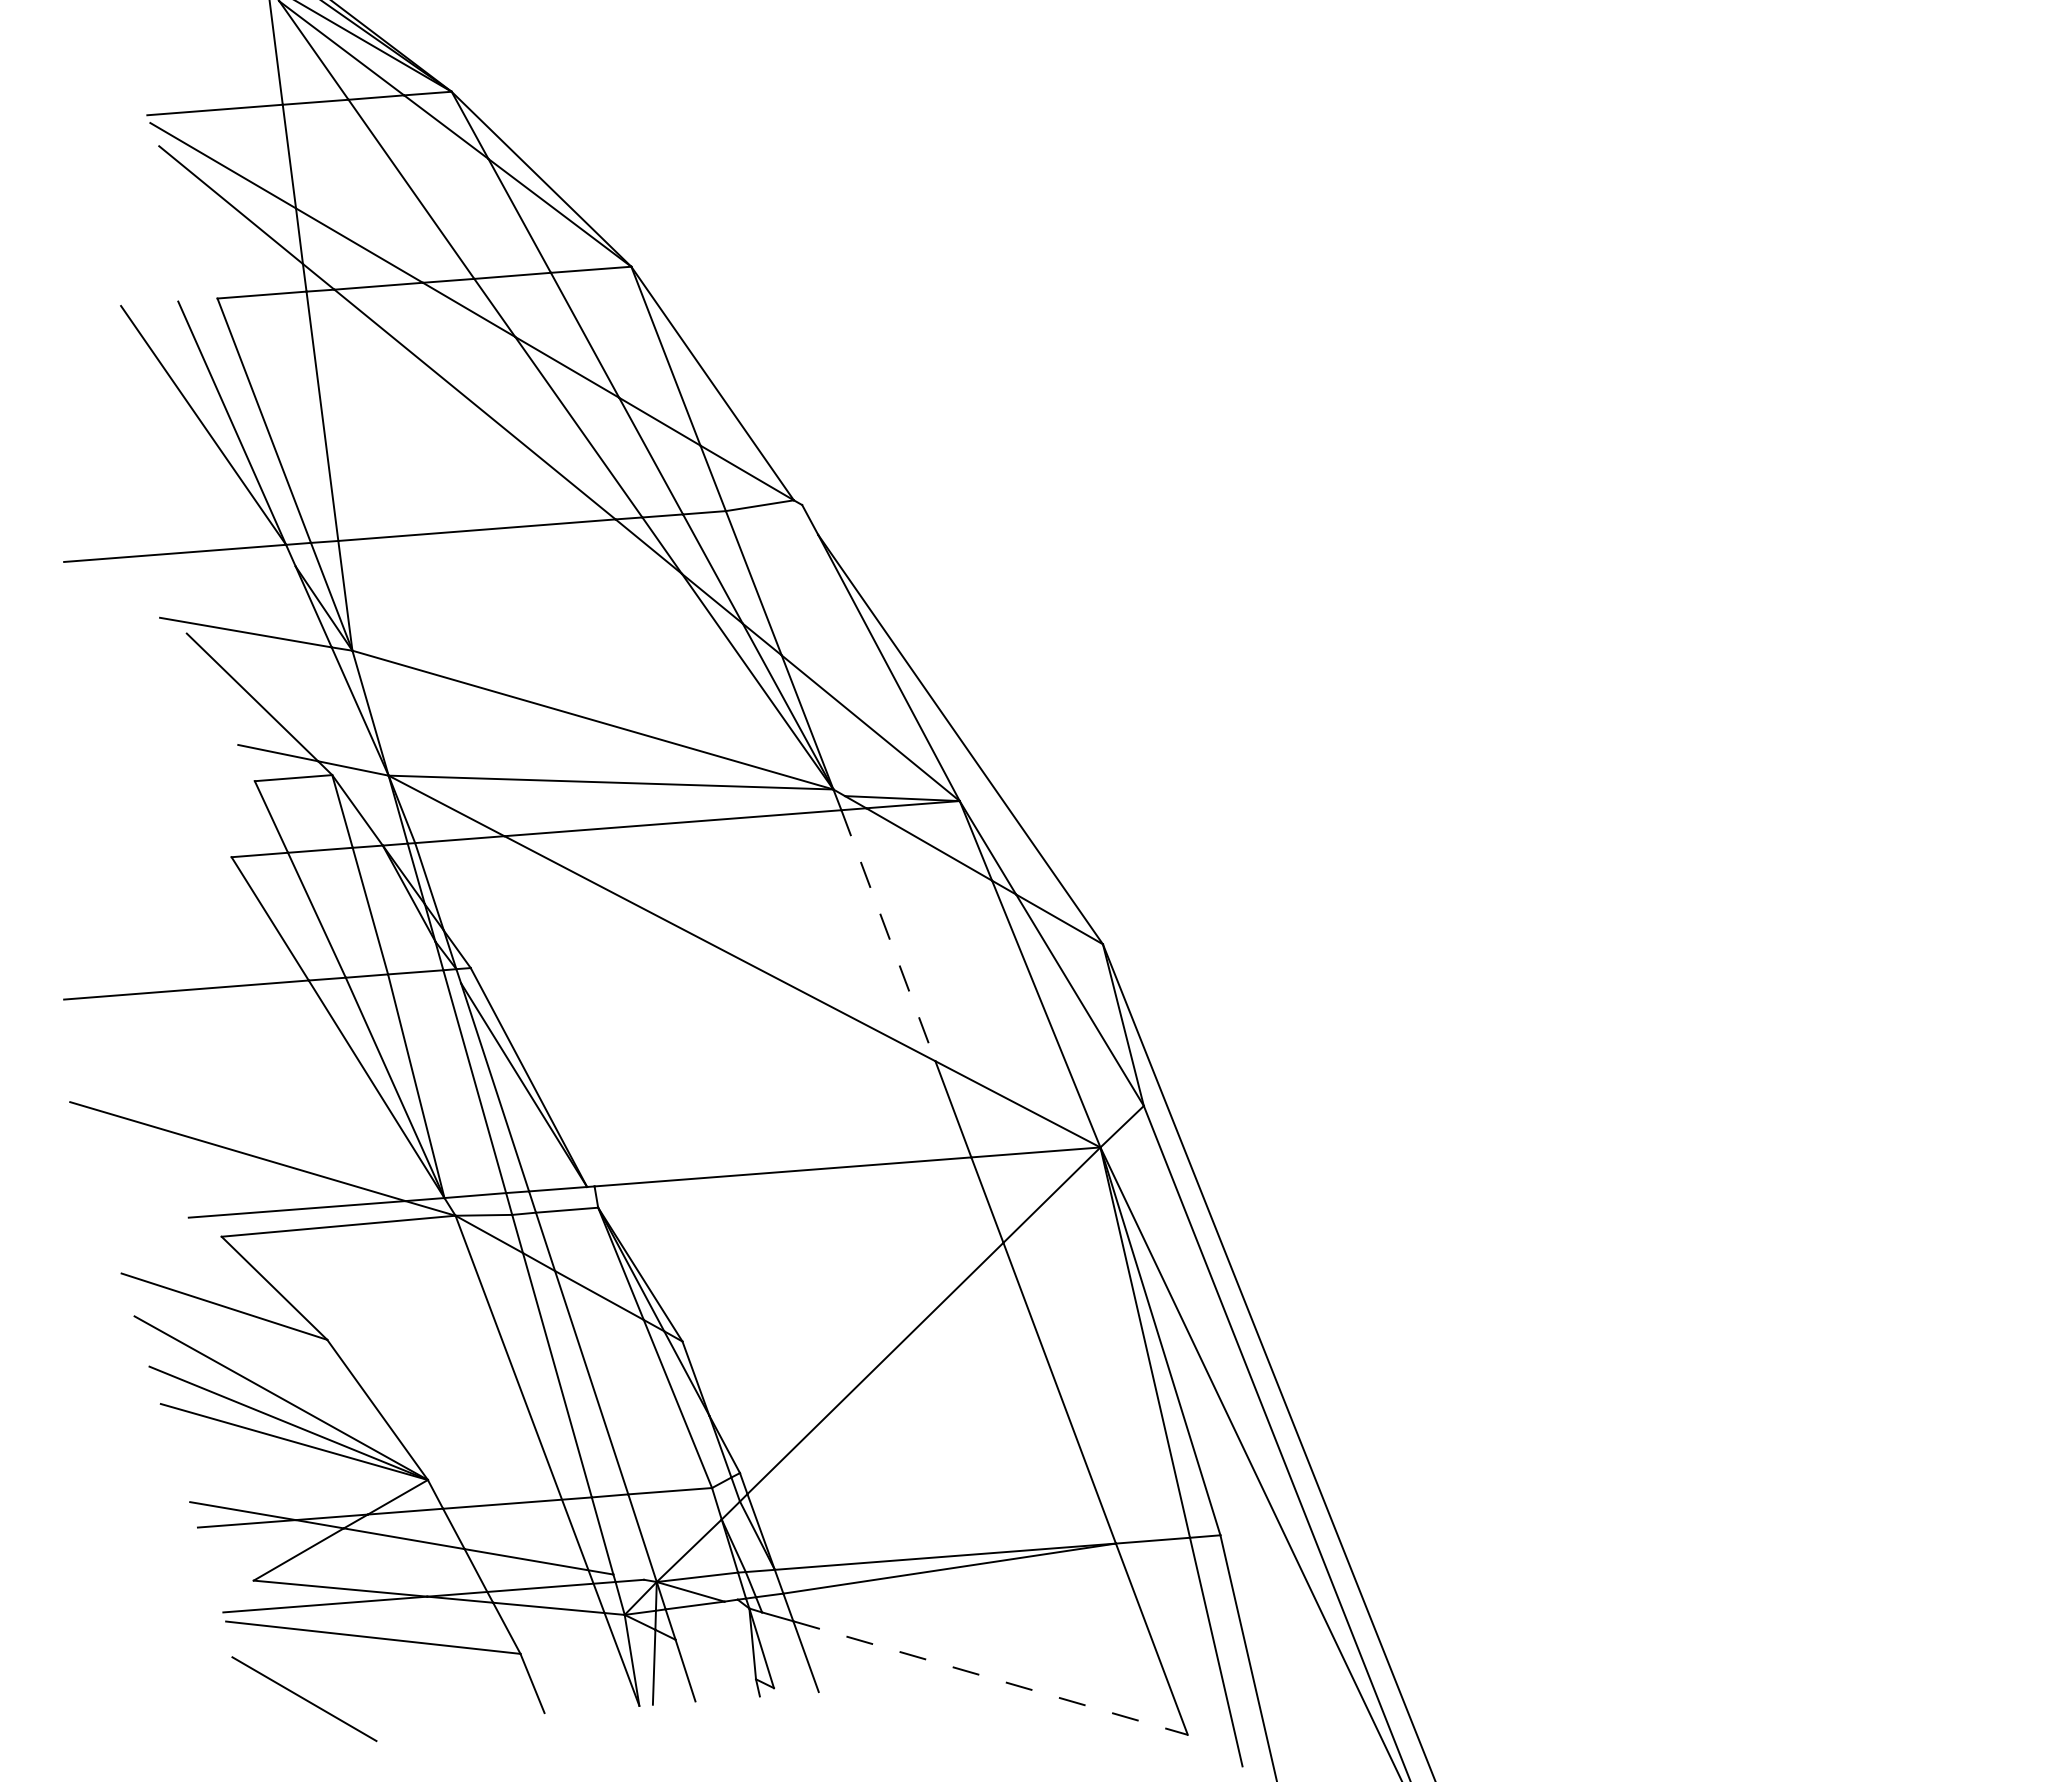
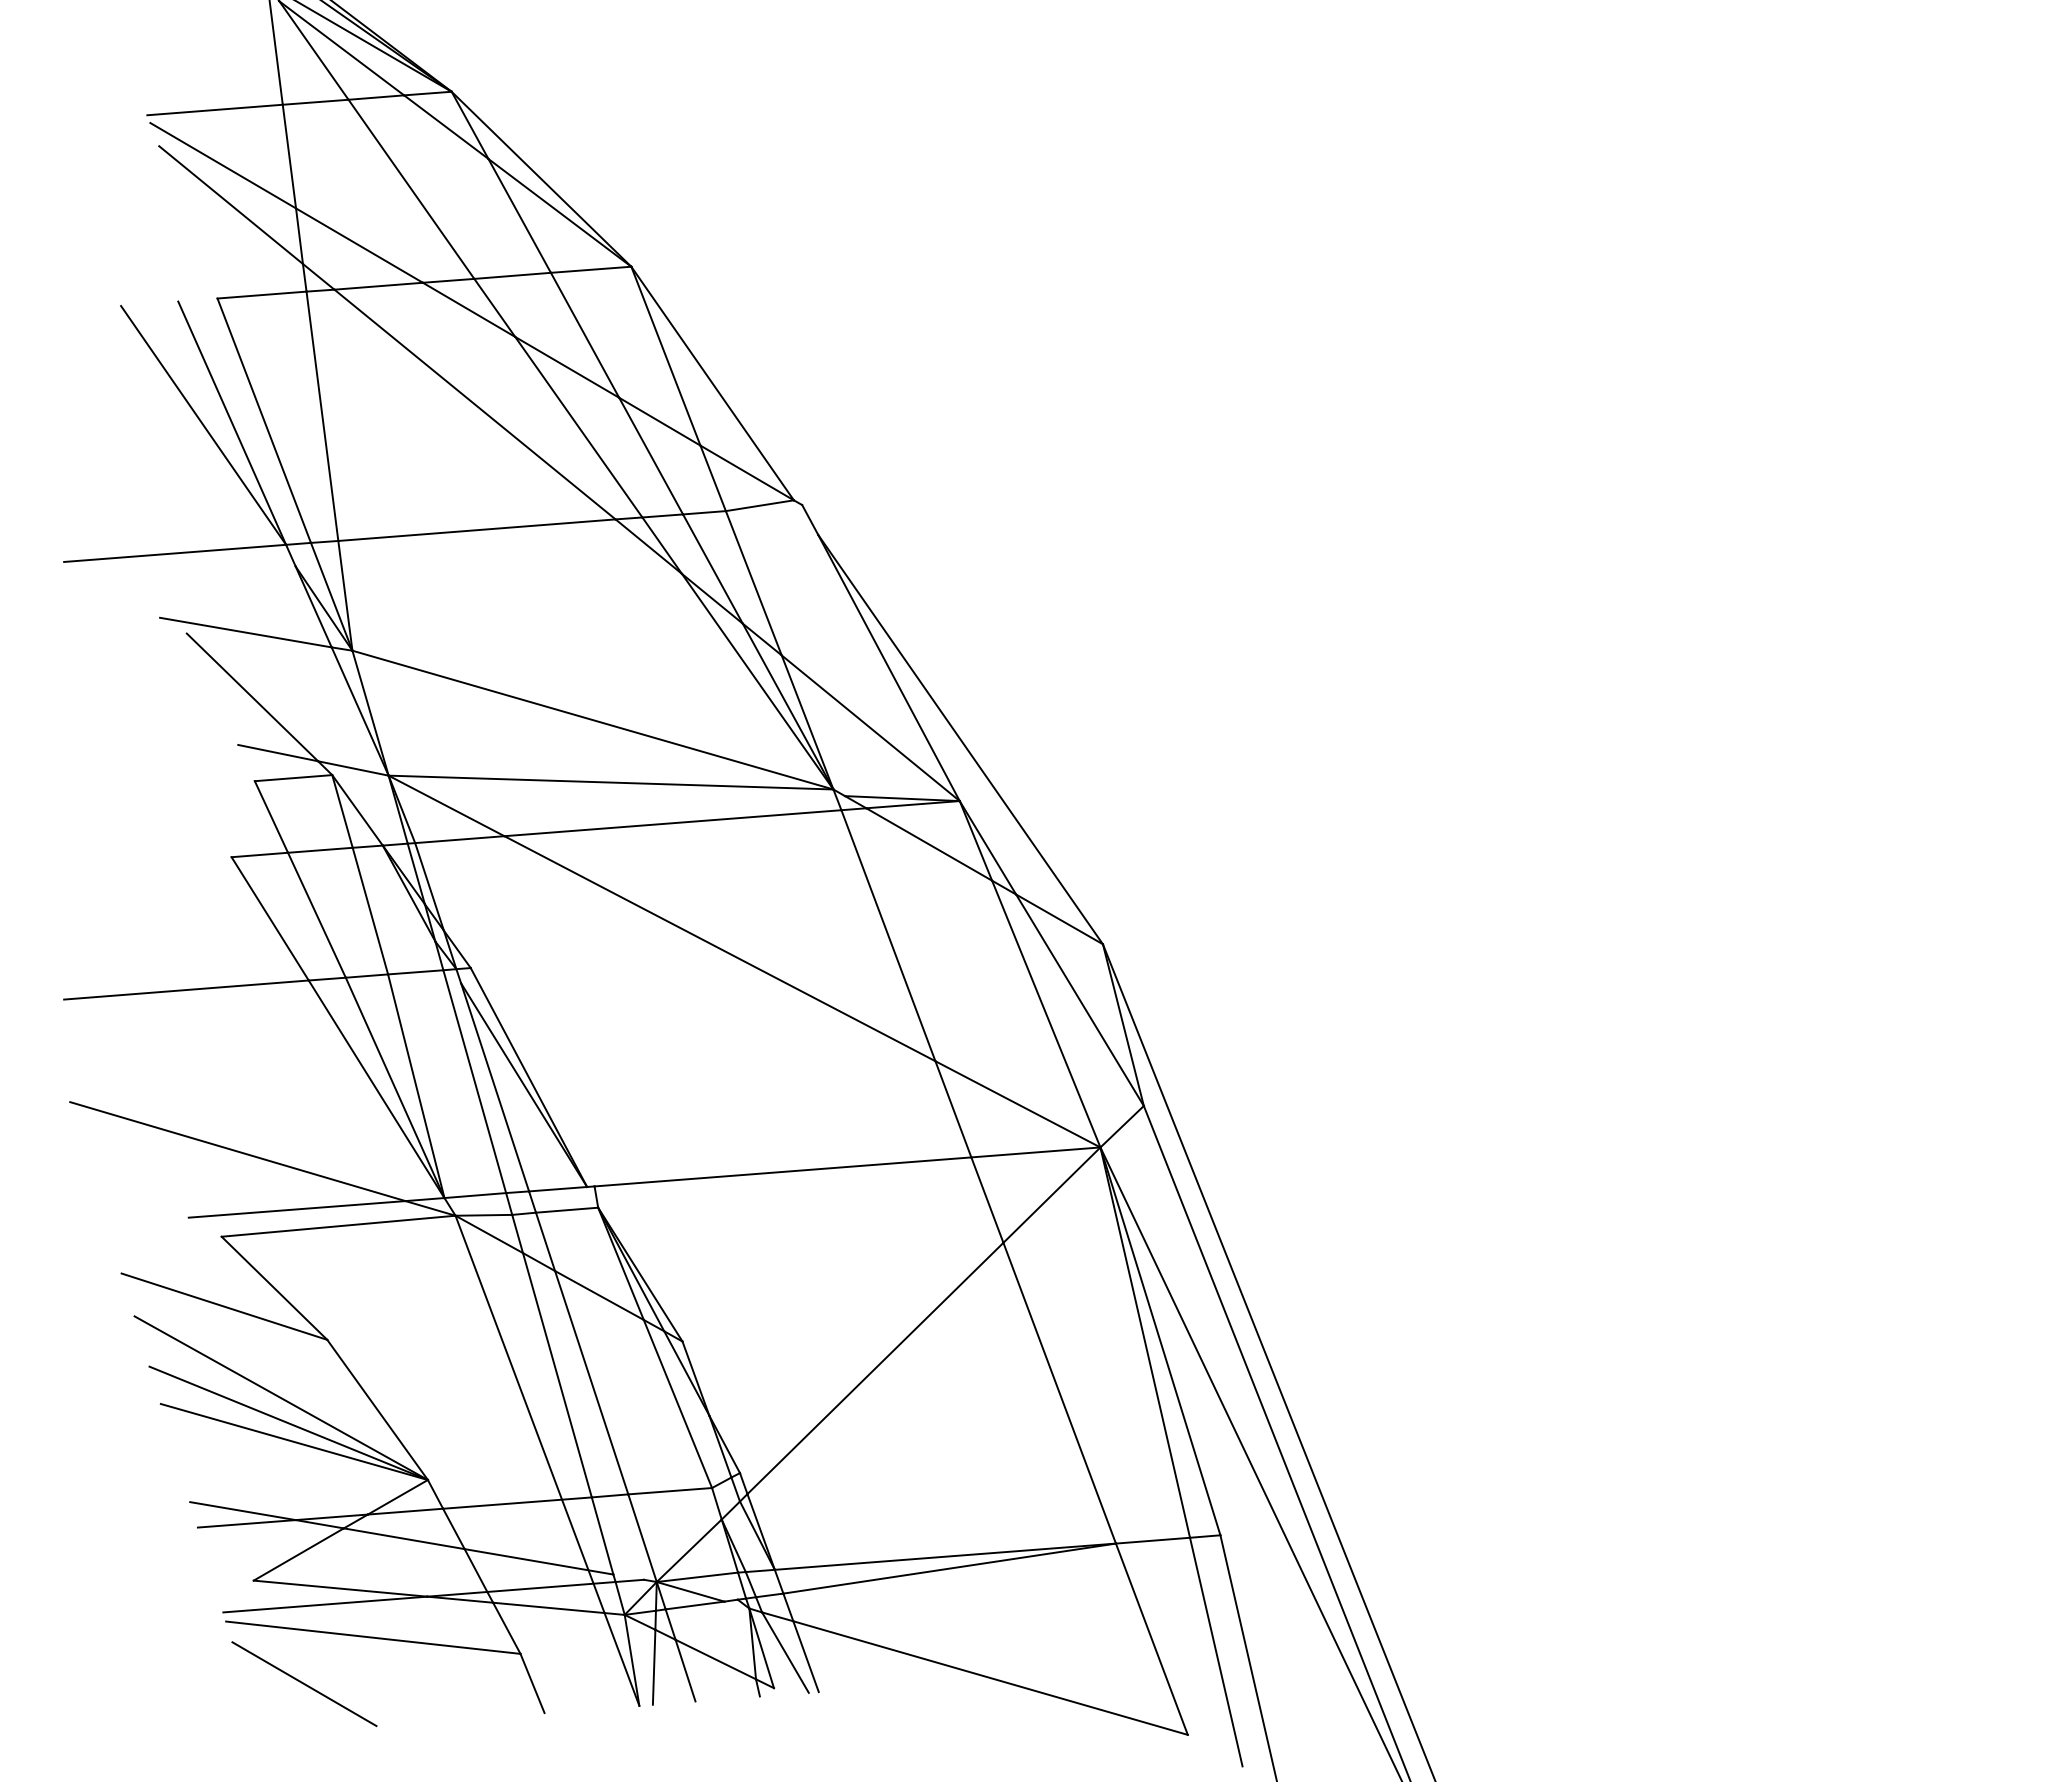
line at (888, 936): dashed -> solid
line at (785, 1652): none -> present
line at (715, 1659): none -> present
line at (991, 1678): dashed -> solid
line at (304, 1699) position: (304, 1699) -> (304, 1684)
